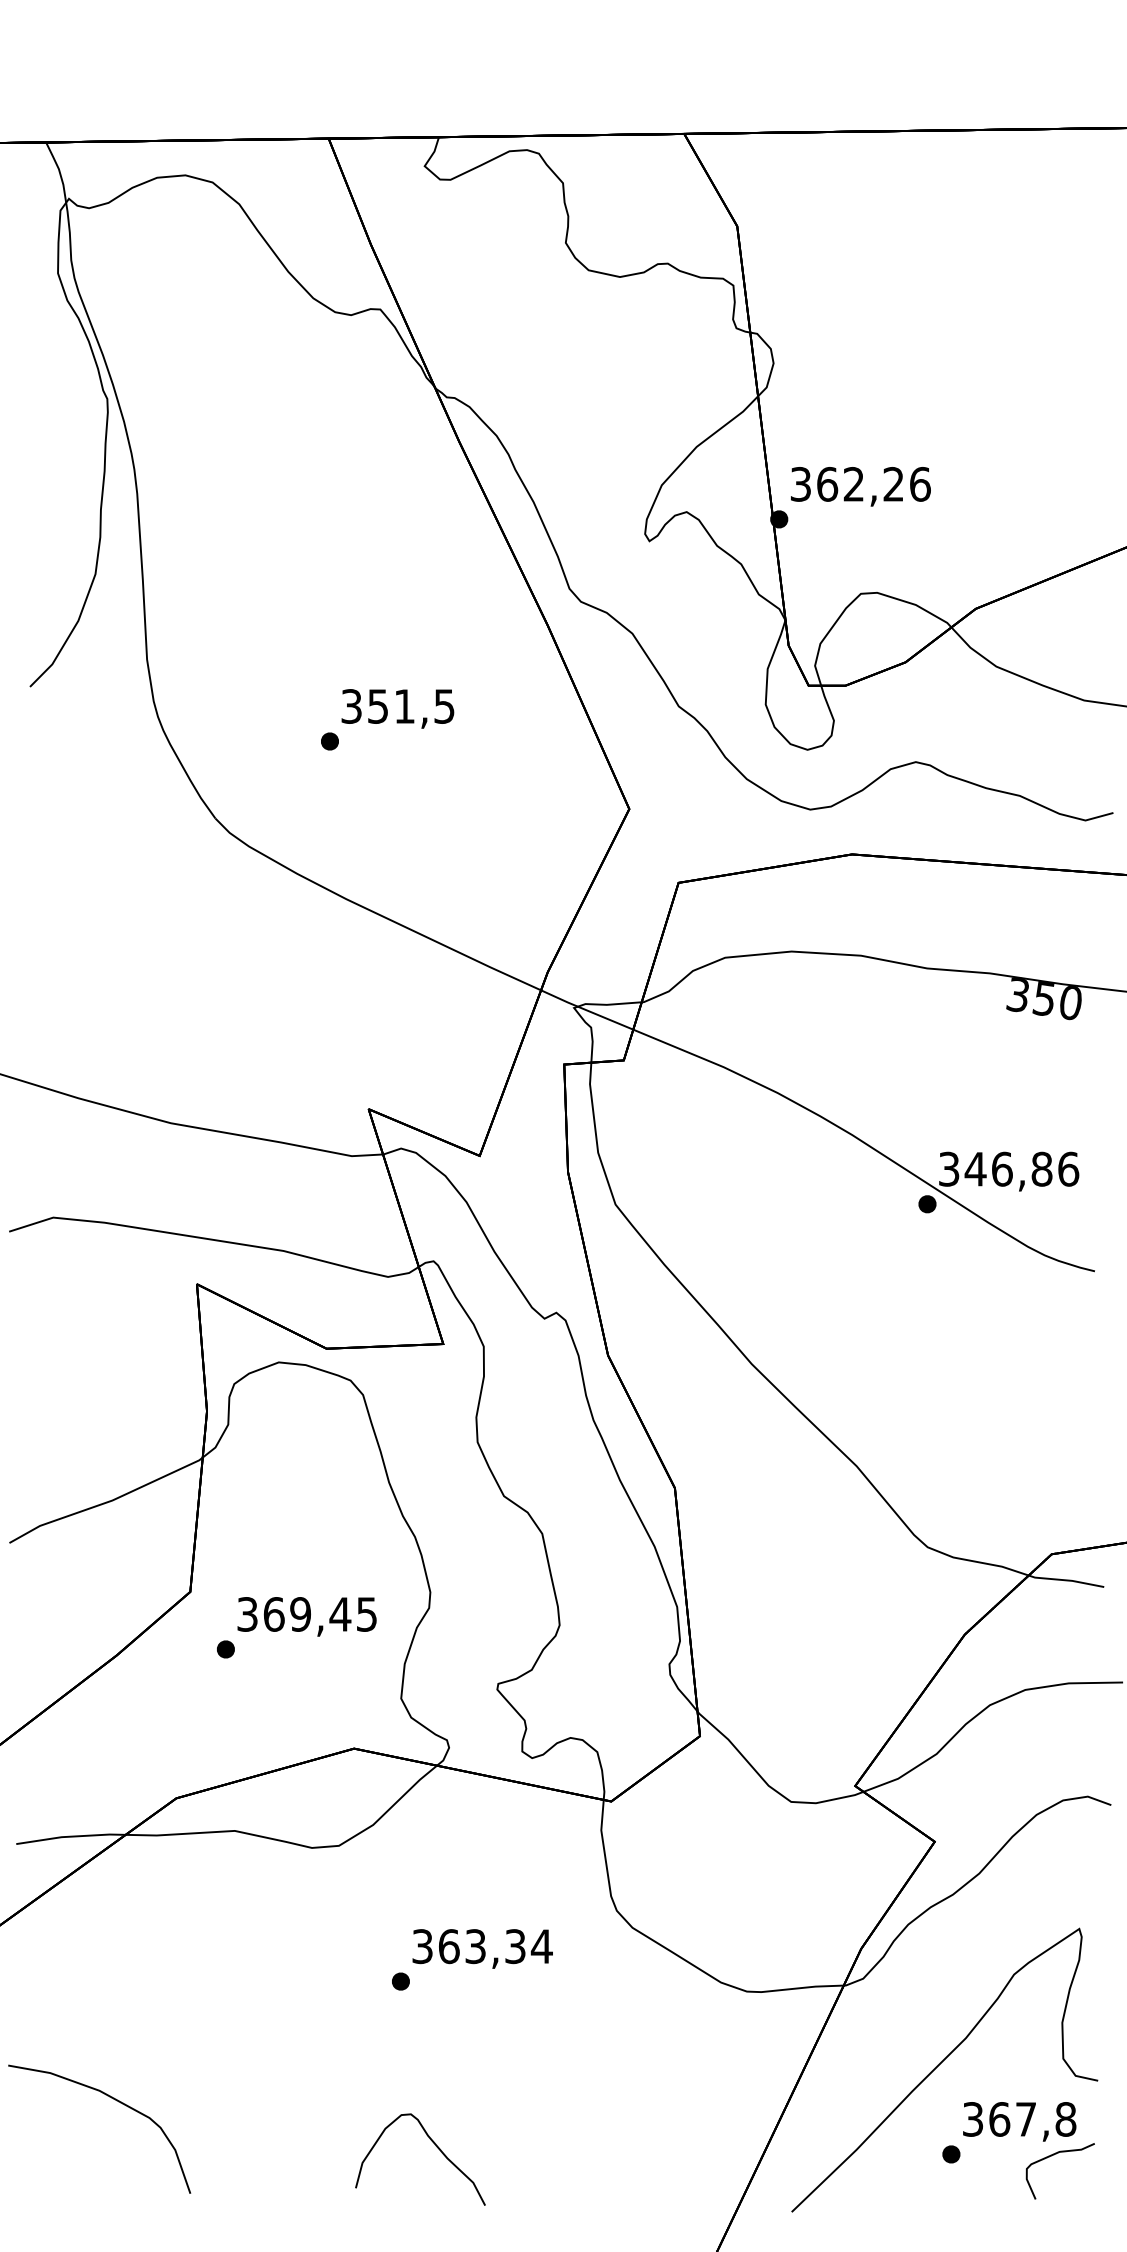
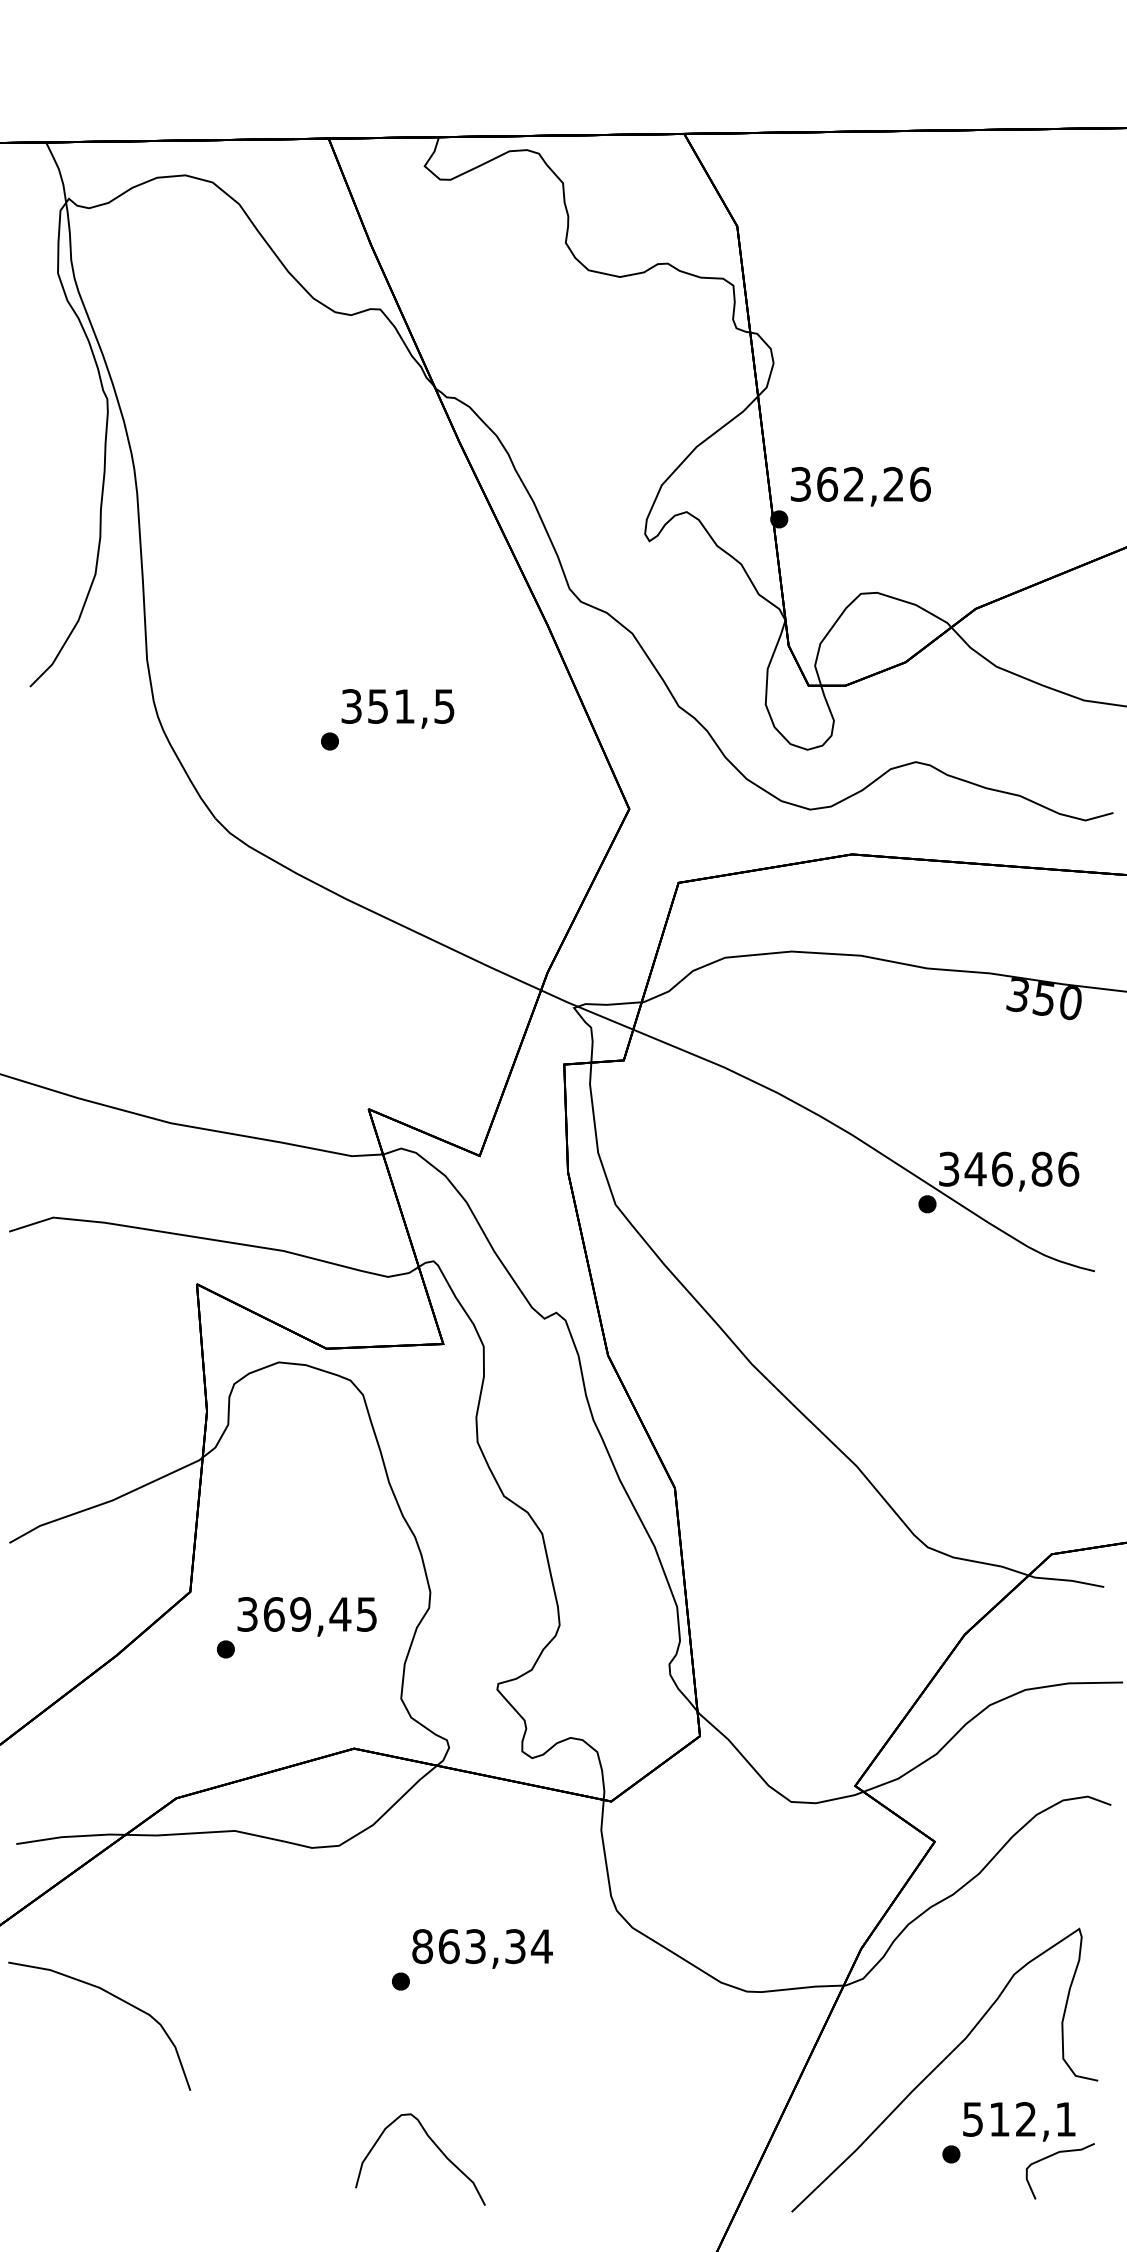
text at (422, 1946): 363,34 -> 863,34
curve at (116, 2101) position: (116, 2101) -> (116, 1998)
text at (1019, 2119): 367,8 -> 512,1
